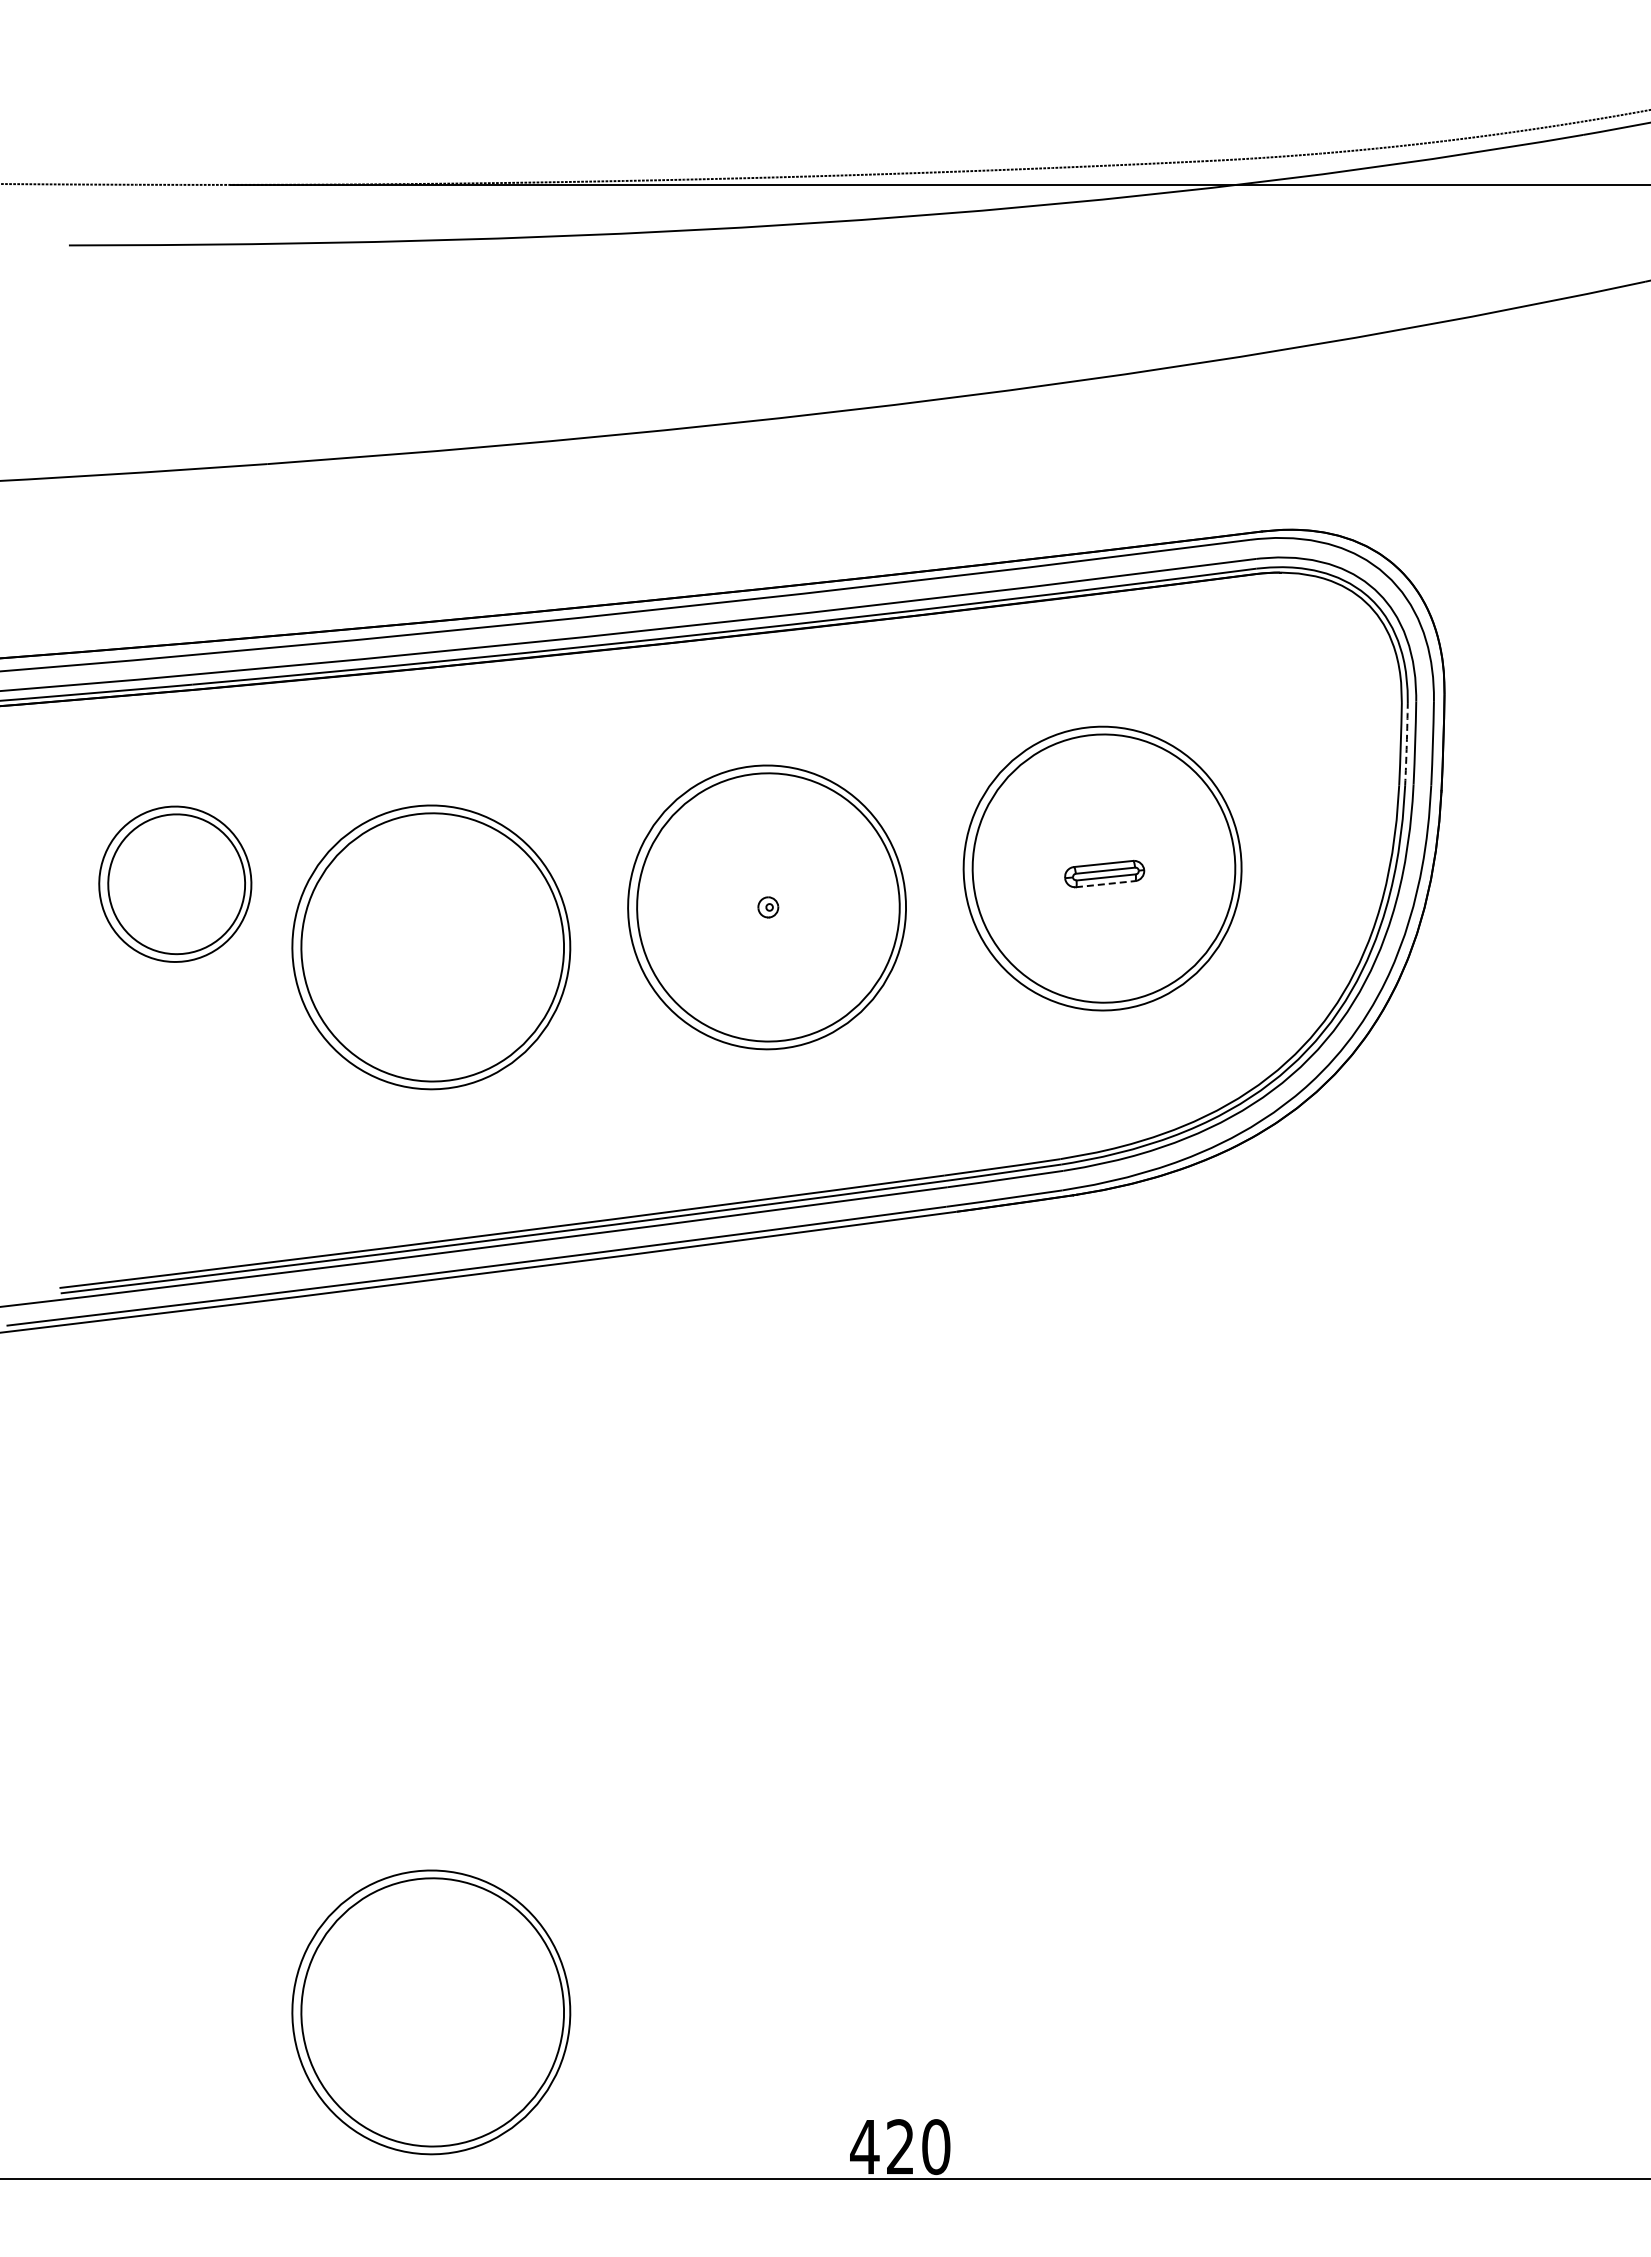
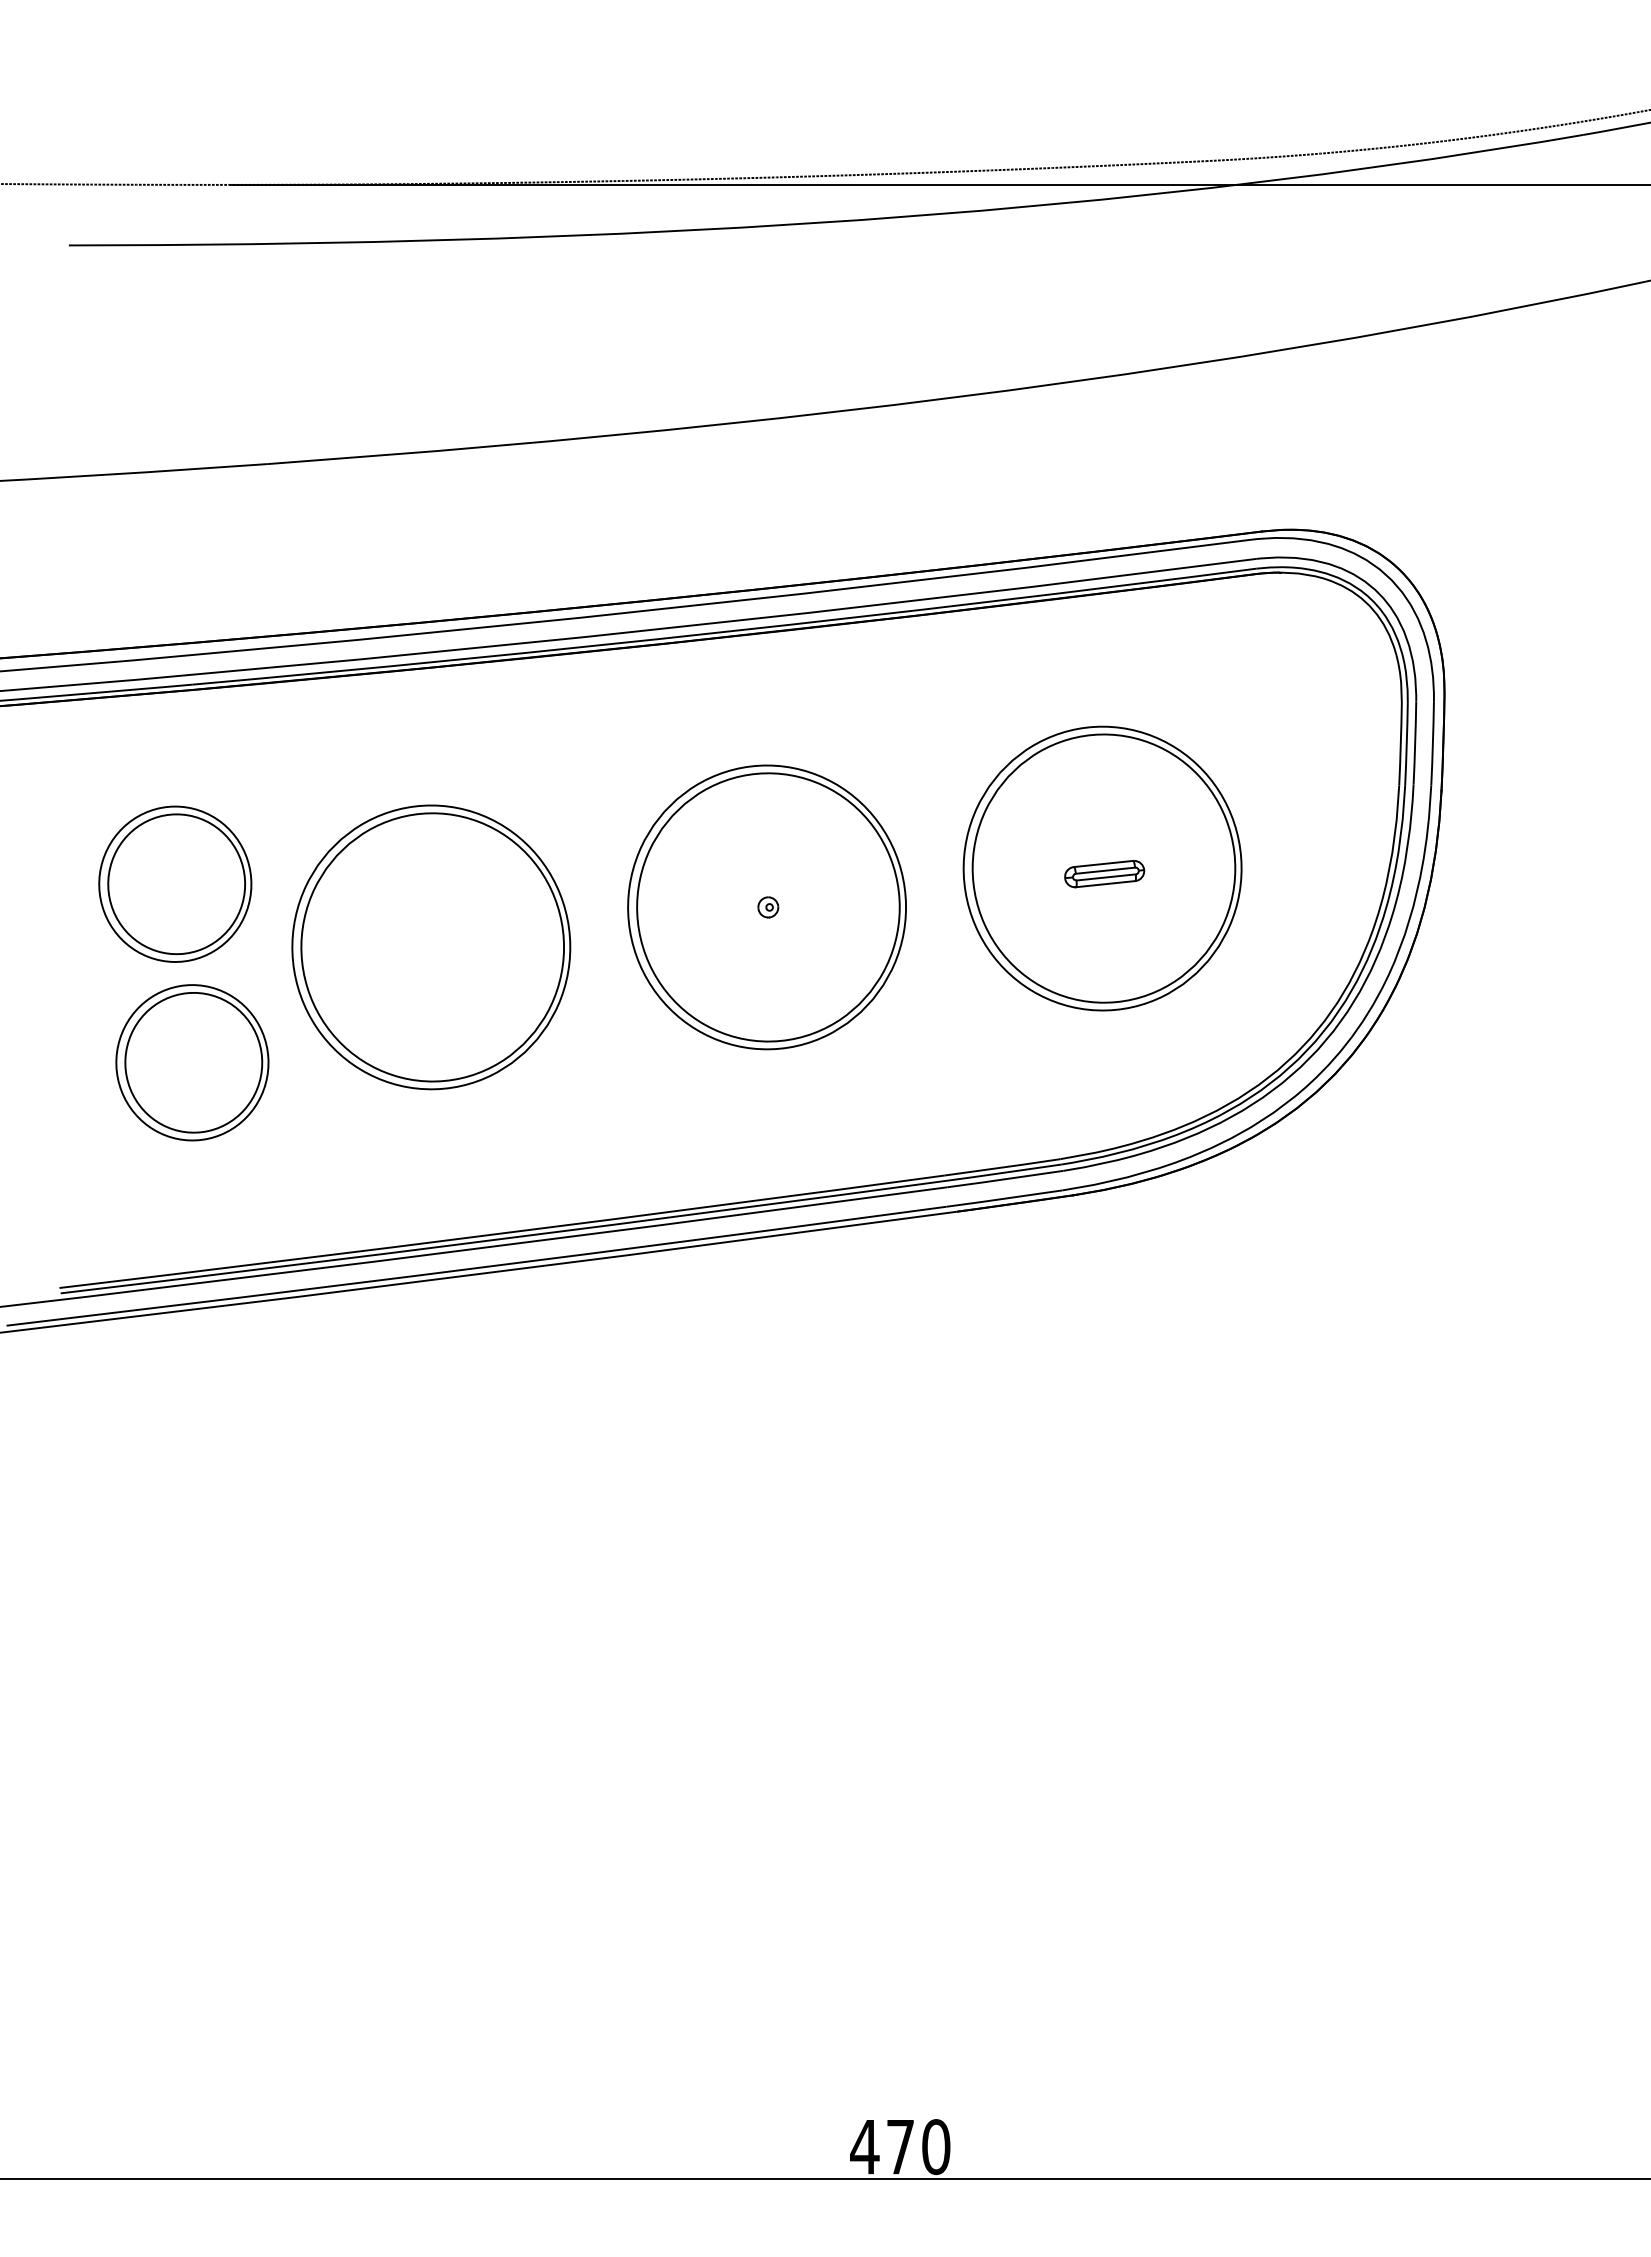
arc at (1406, 744): dashed -> solid
line at (1105, 884): dashed -> solid
part at (192, 1062): none -> present
part at (431, 2012): present -> none
text at (900, 2146): 420 -> 470
